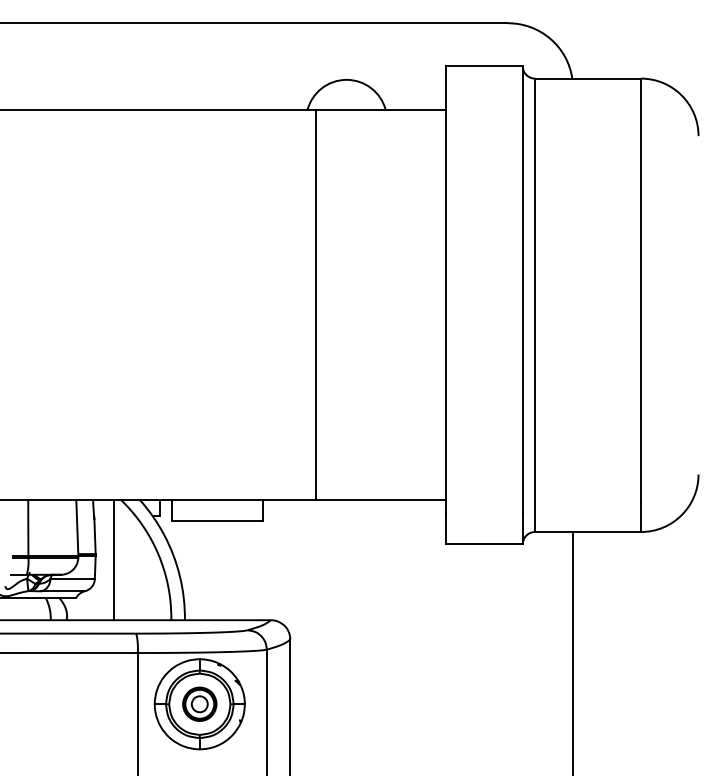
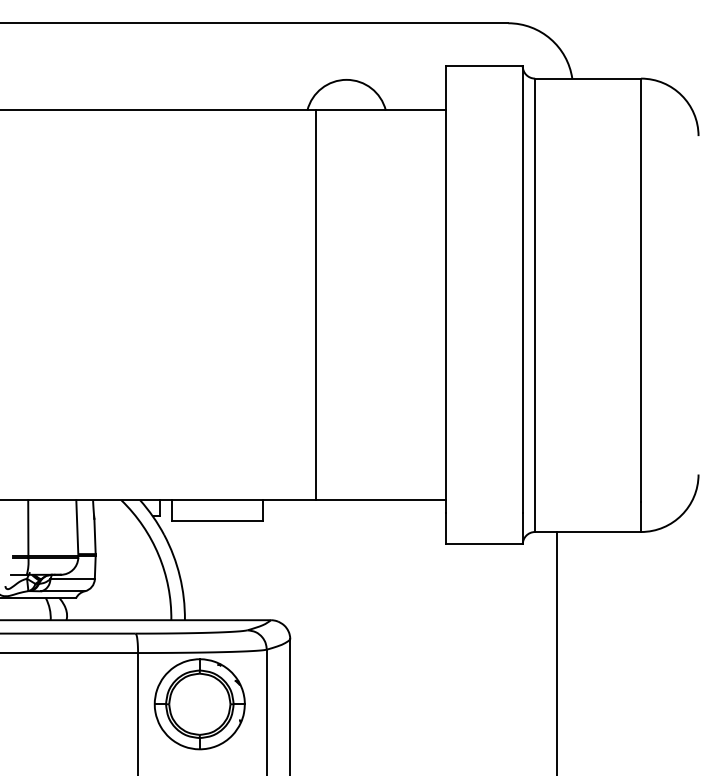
line at (113, 560): present -> none
line at (572, 652) position: (572, 652) -> (556, 652)
part at (199, 703): present -> none
